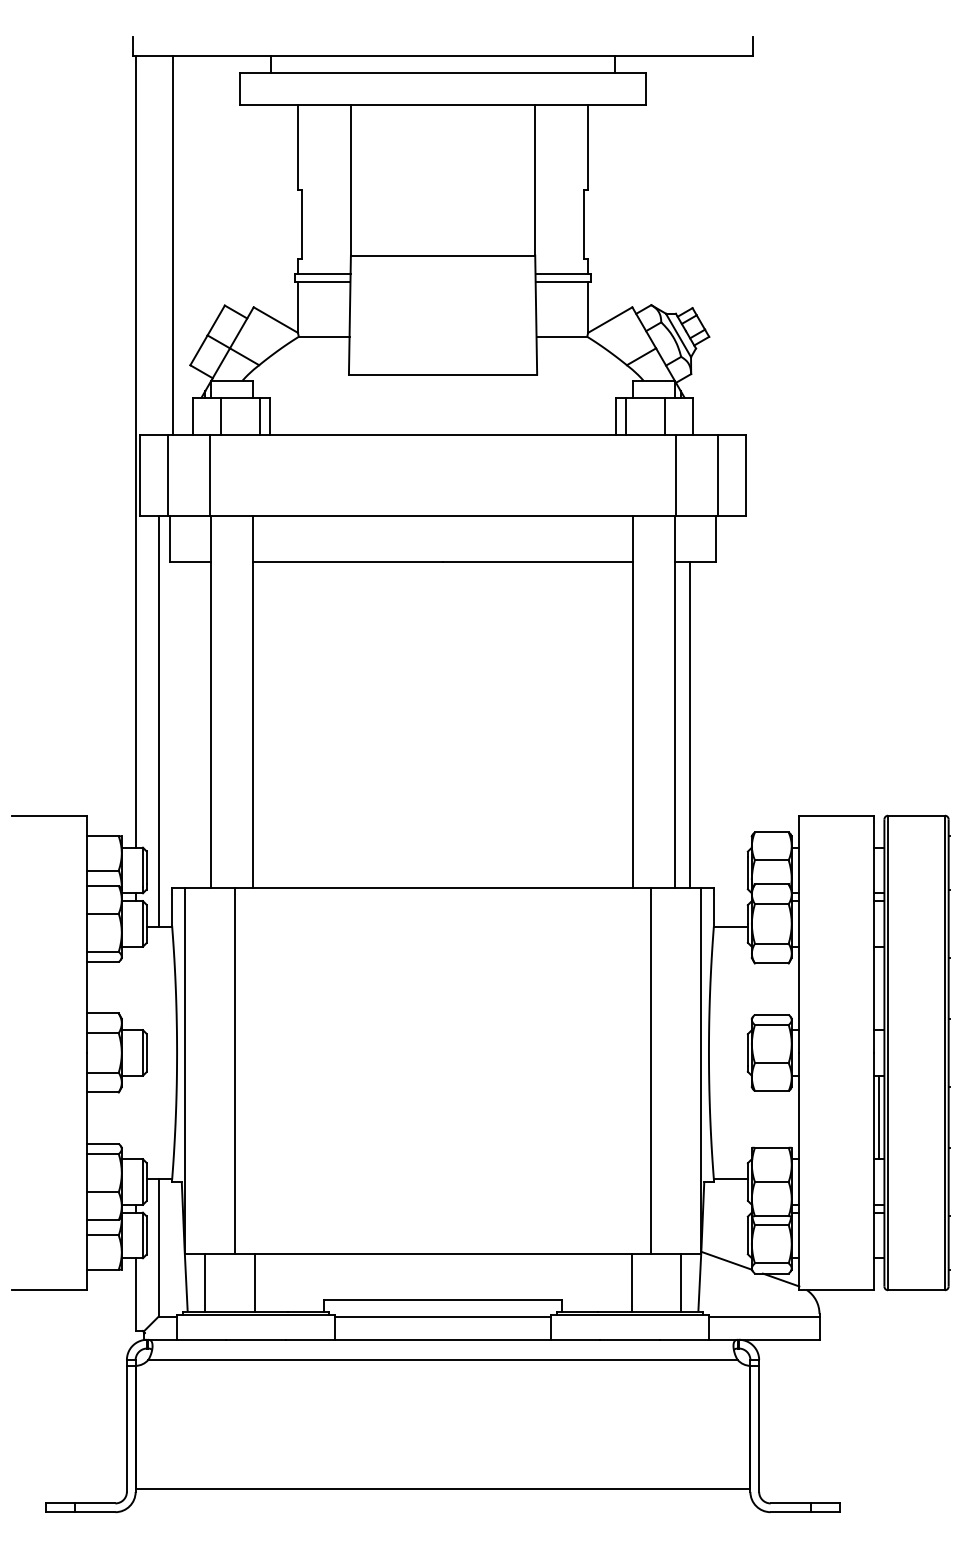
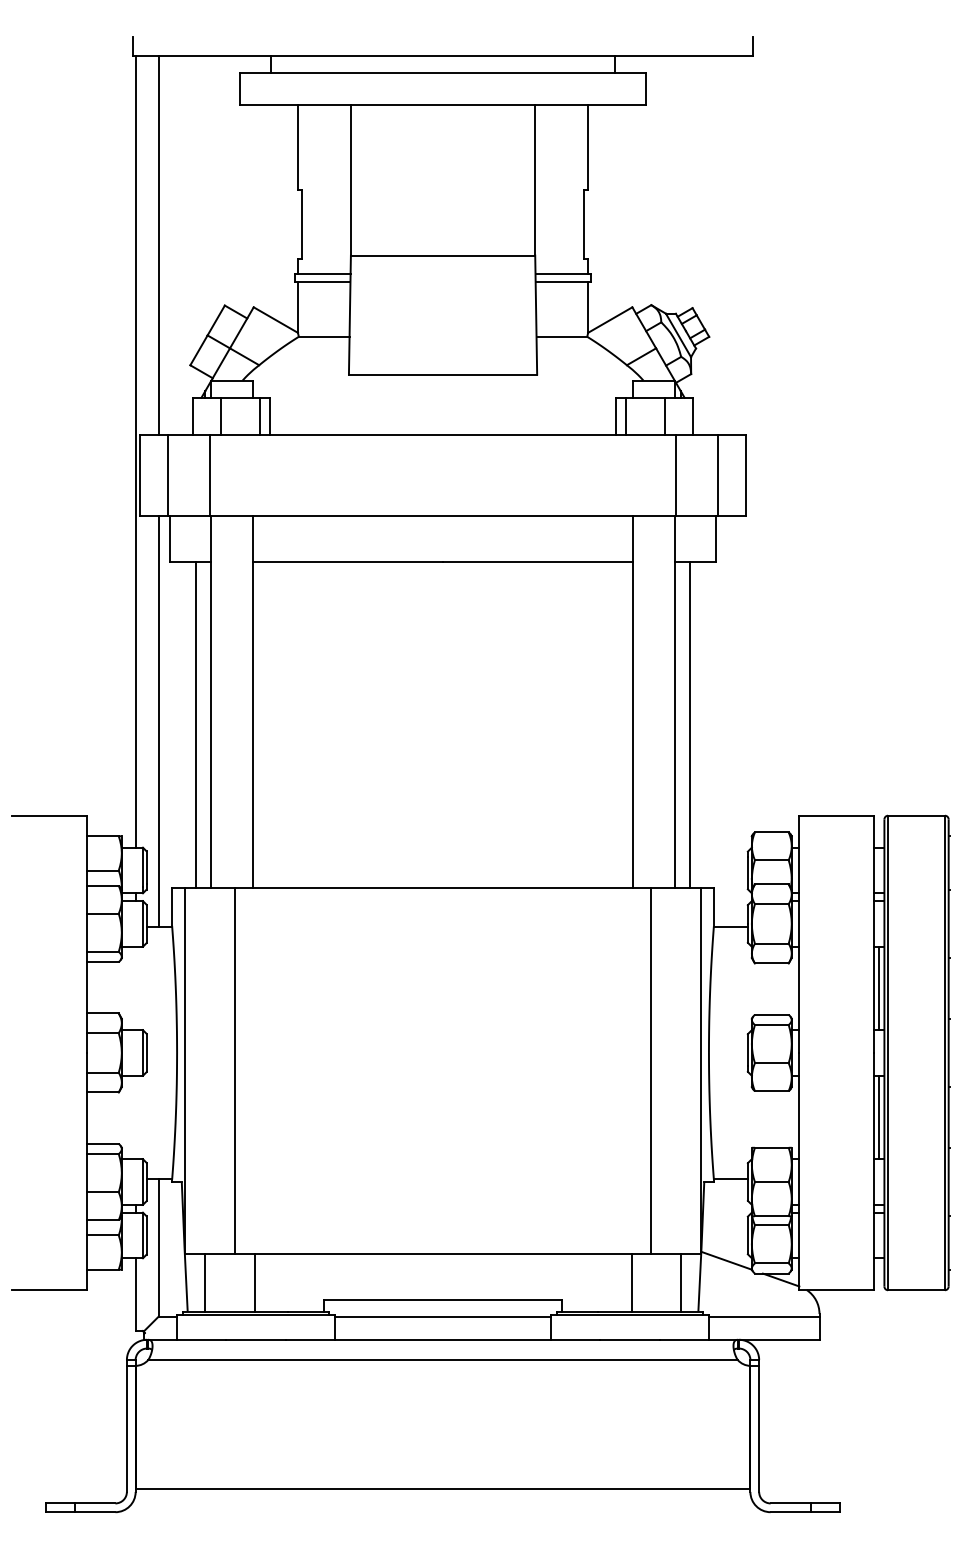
line at (172, 245) position: (172, 245) -> (158, 245)
line at (195, 724): none -> present
line at (878, 988): none -> present
